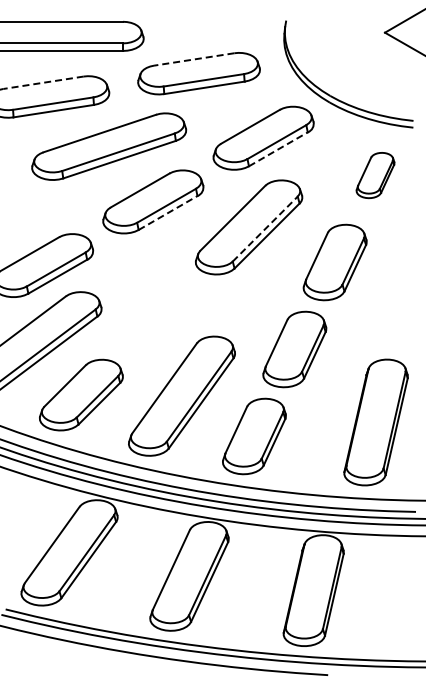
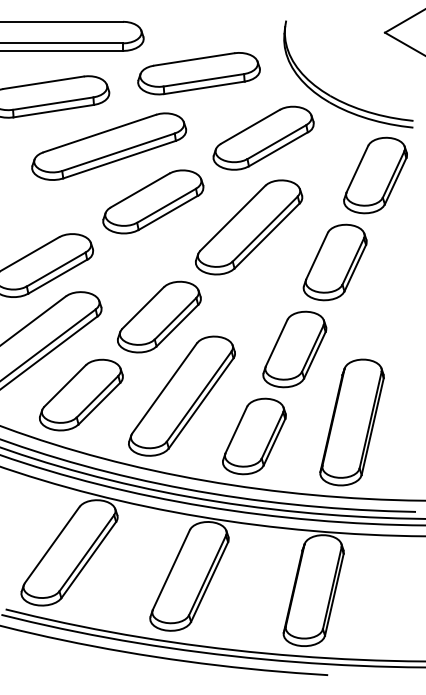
line at (194, 59): dashed -> solid
line at (43, 82): dashed -> solid
line at (278, 149): dashed -> solid
part at (375, 175) size: 41x48 px -> 65x79 px
line at (168, 213): dashed -> solid
line at (265, 229): dashed -> solid
part at (159, 316): none -> present
part at (375, 422) position: (375, 422) -> (351, 422)
